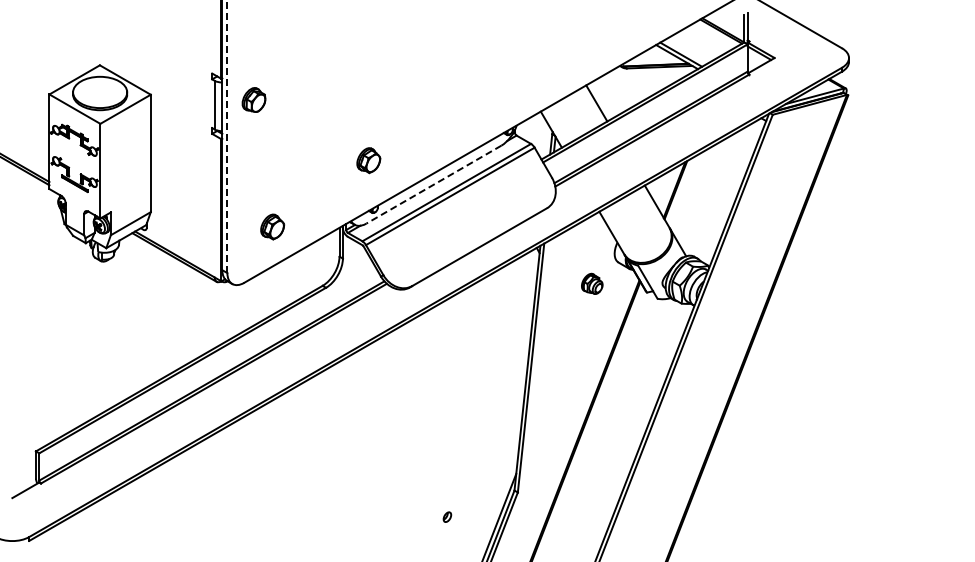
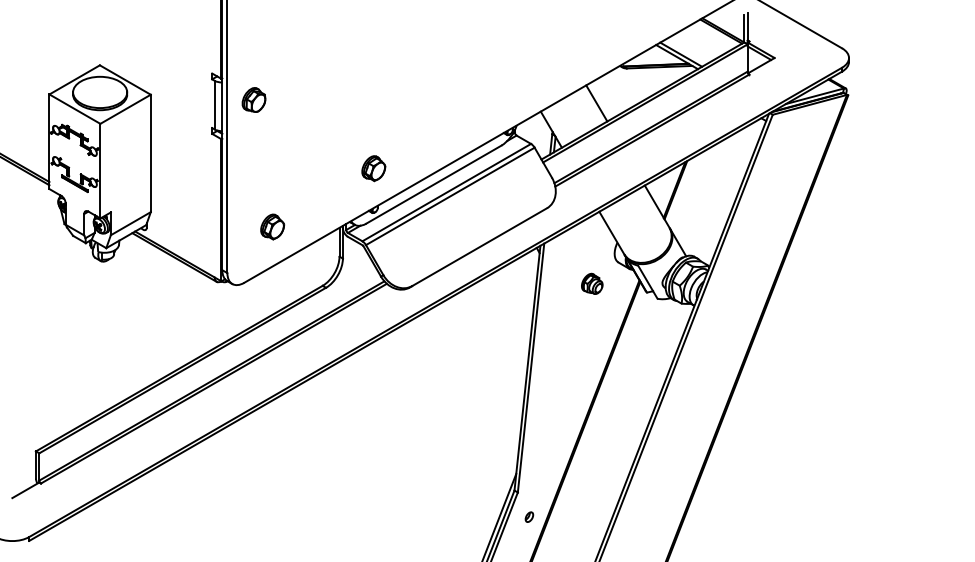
line at (227, 136): dashed -> solid
part at (368, 160) position: (368, 160) -> (373, 168)
line at (433, 184): dashed -> solid
part at (447, 516) position: (447, 516) -> (529, 516)
